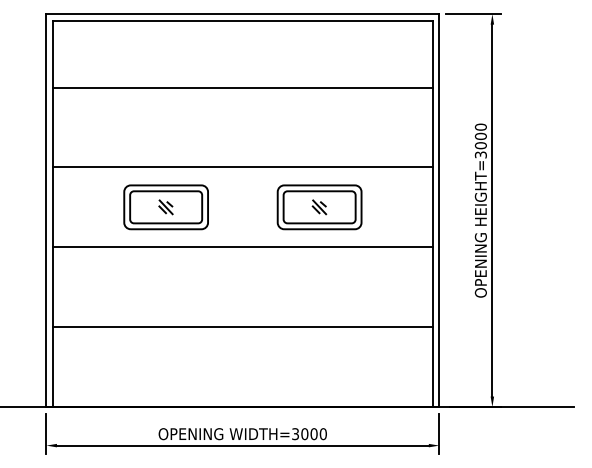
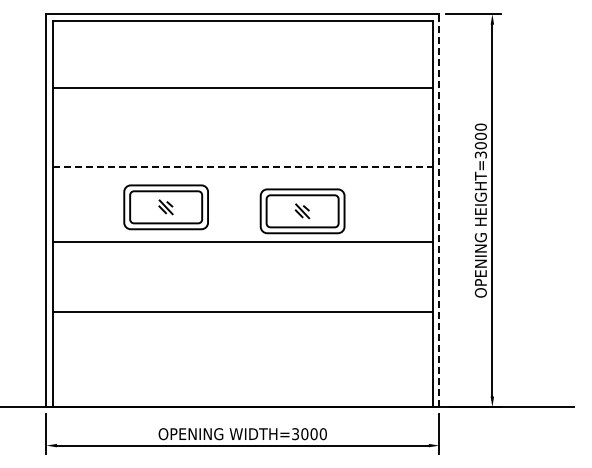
line at (242, 167): solid -> dashed
part at (319, 207) position: (319, 207) -> (302, 211)
line at (439, 210): solid -> dashed
line at (242, 247) position: (242, 247) -> (242, 242)
line at (242, 327) position: (242, 327) -> (242, 312)
